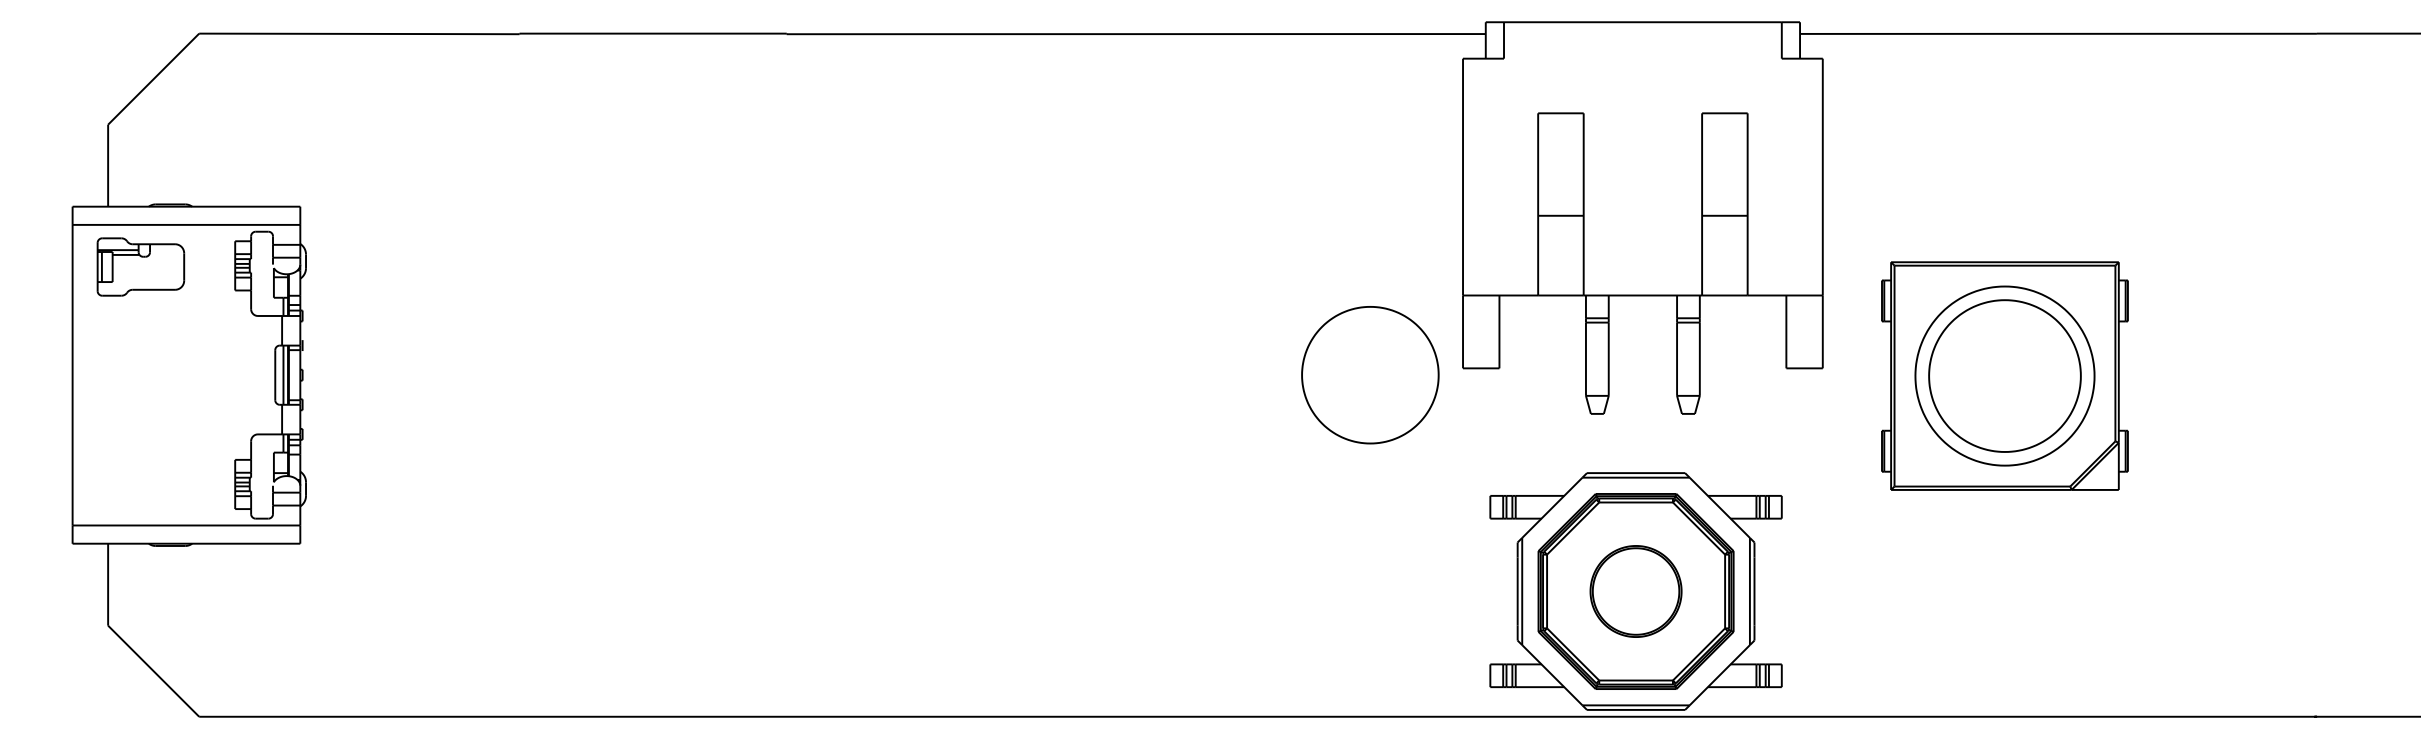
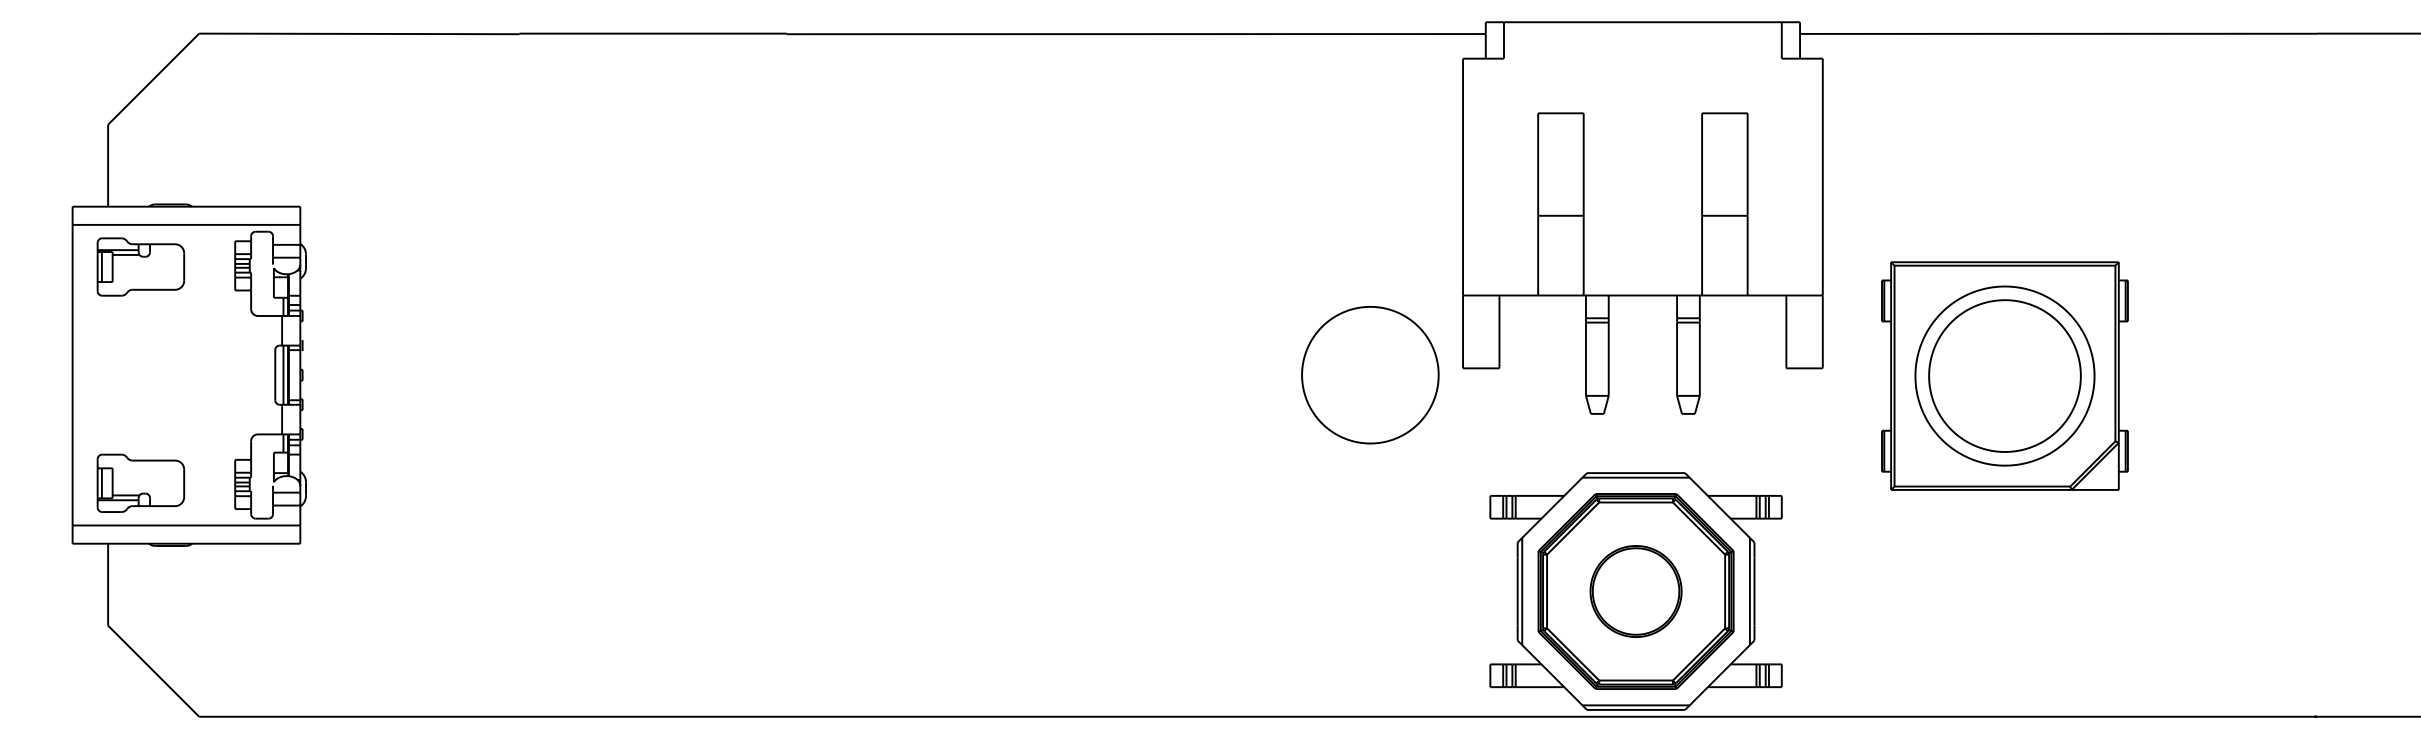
part at (140, 482): none -> present
